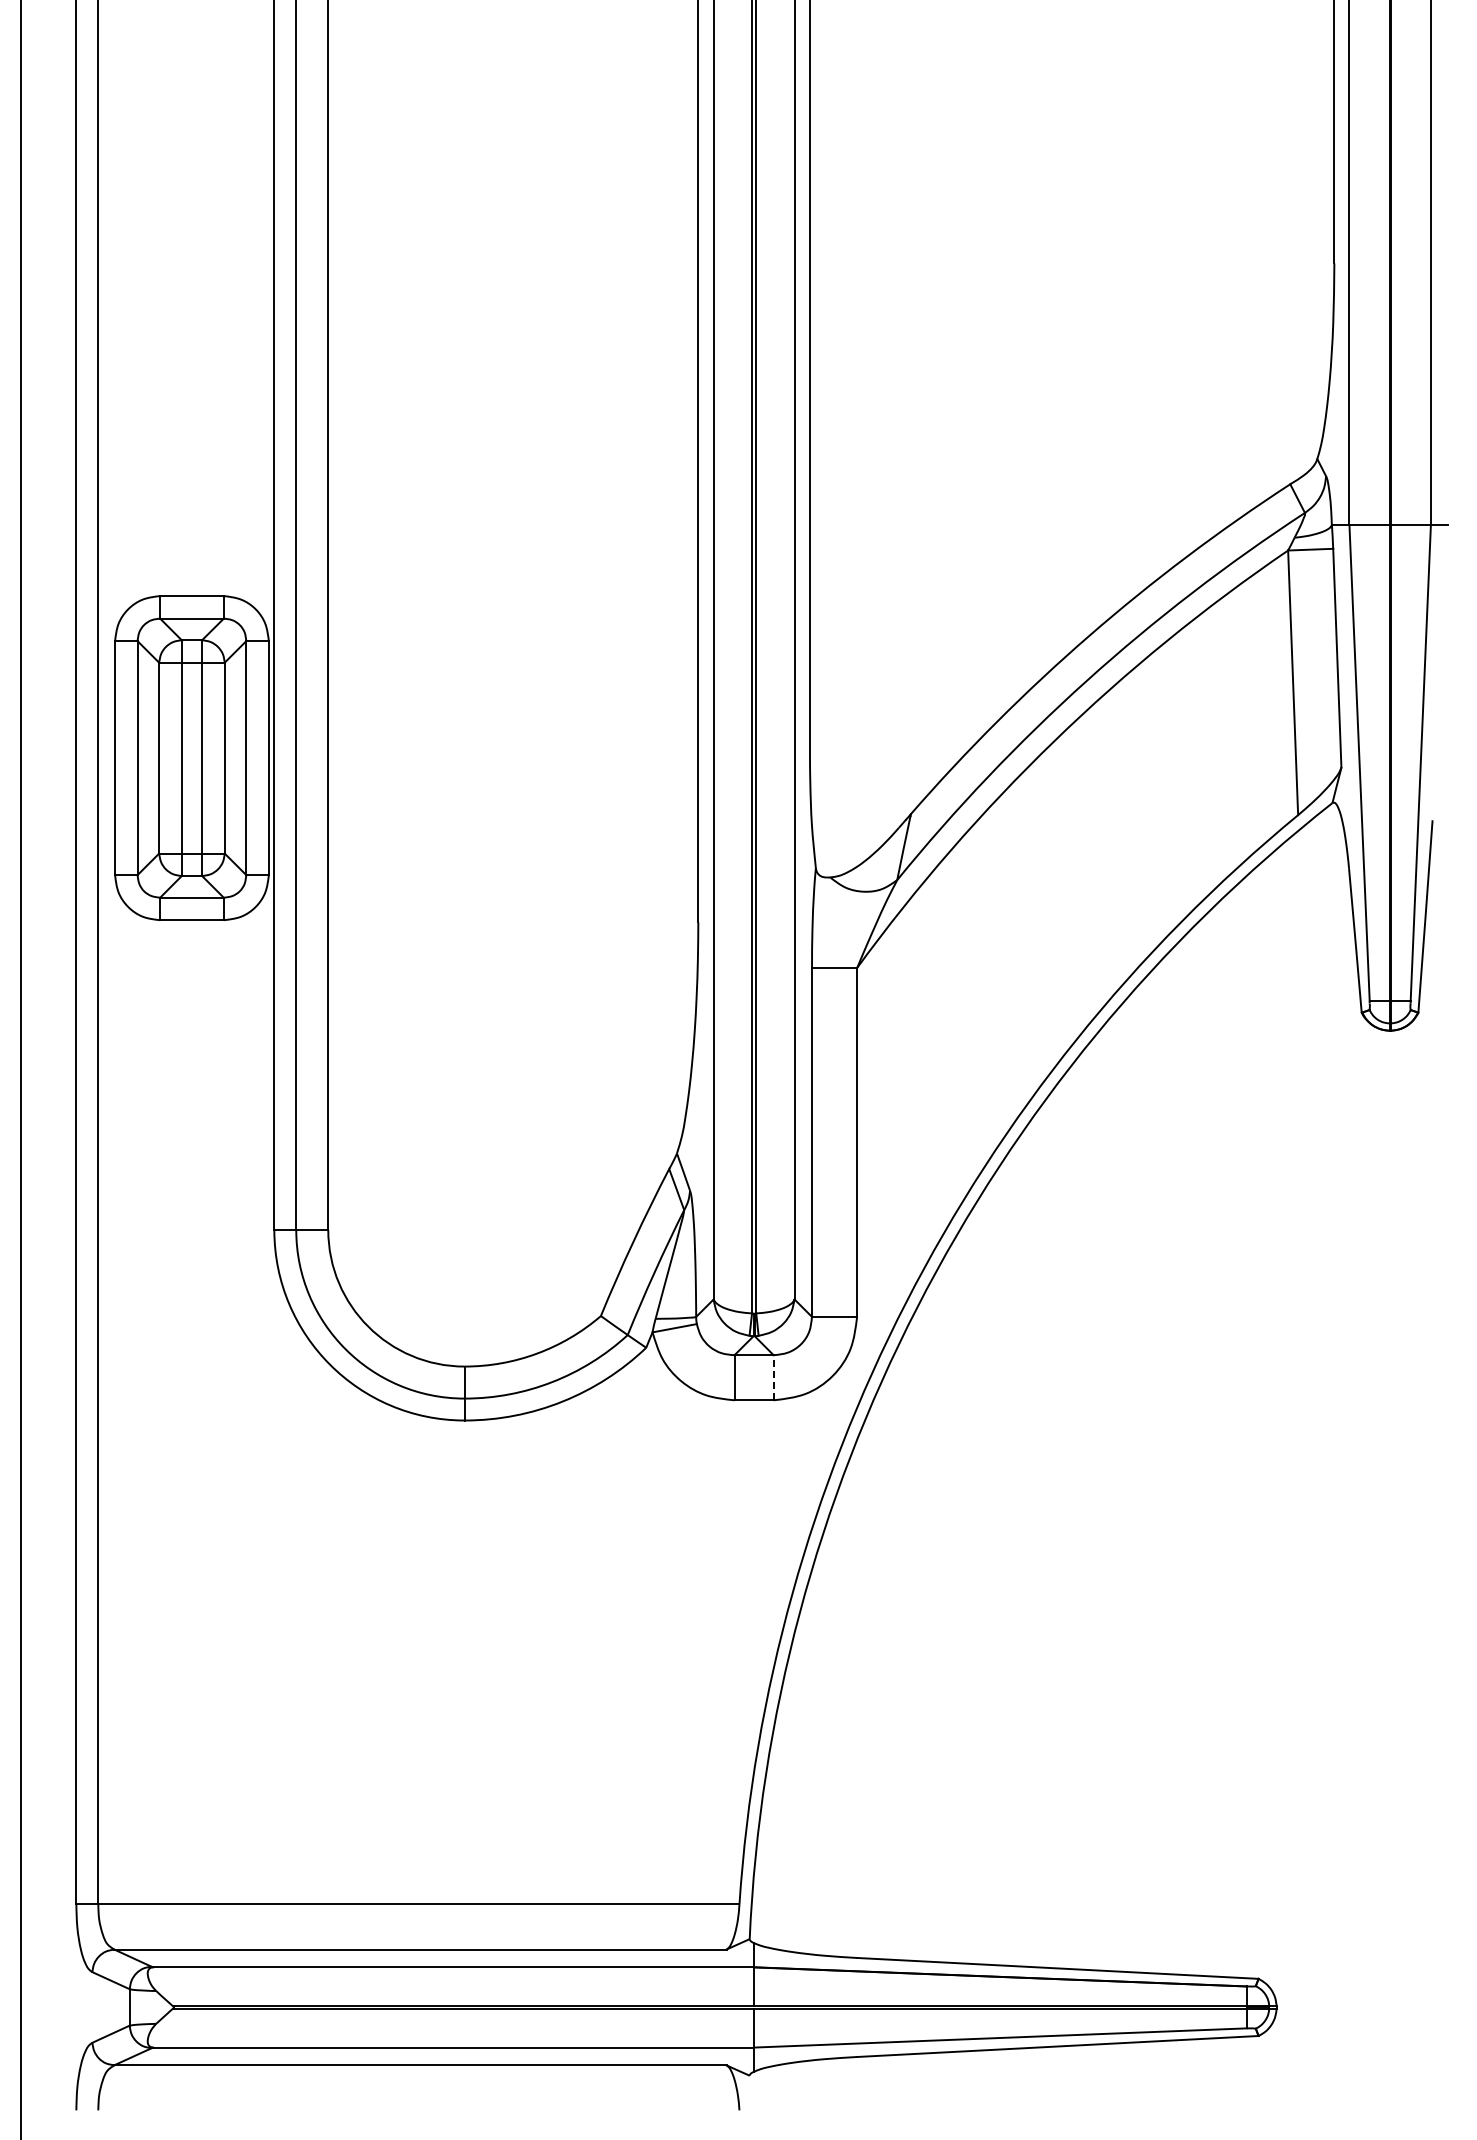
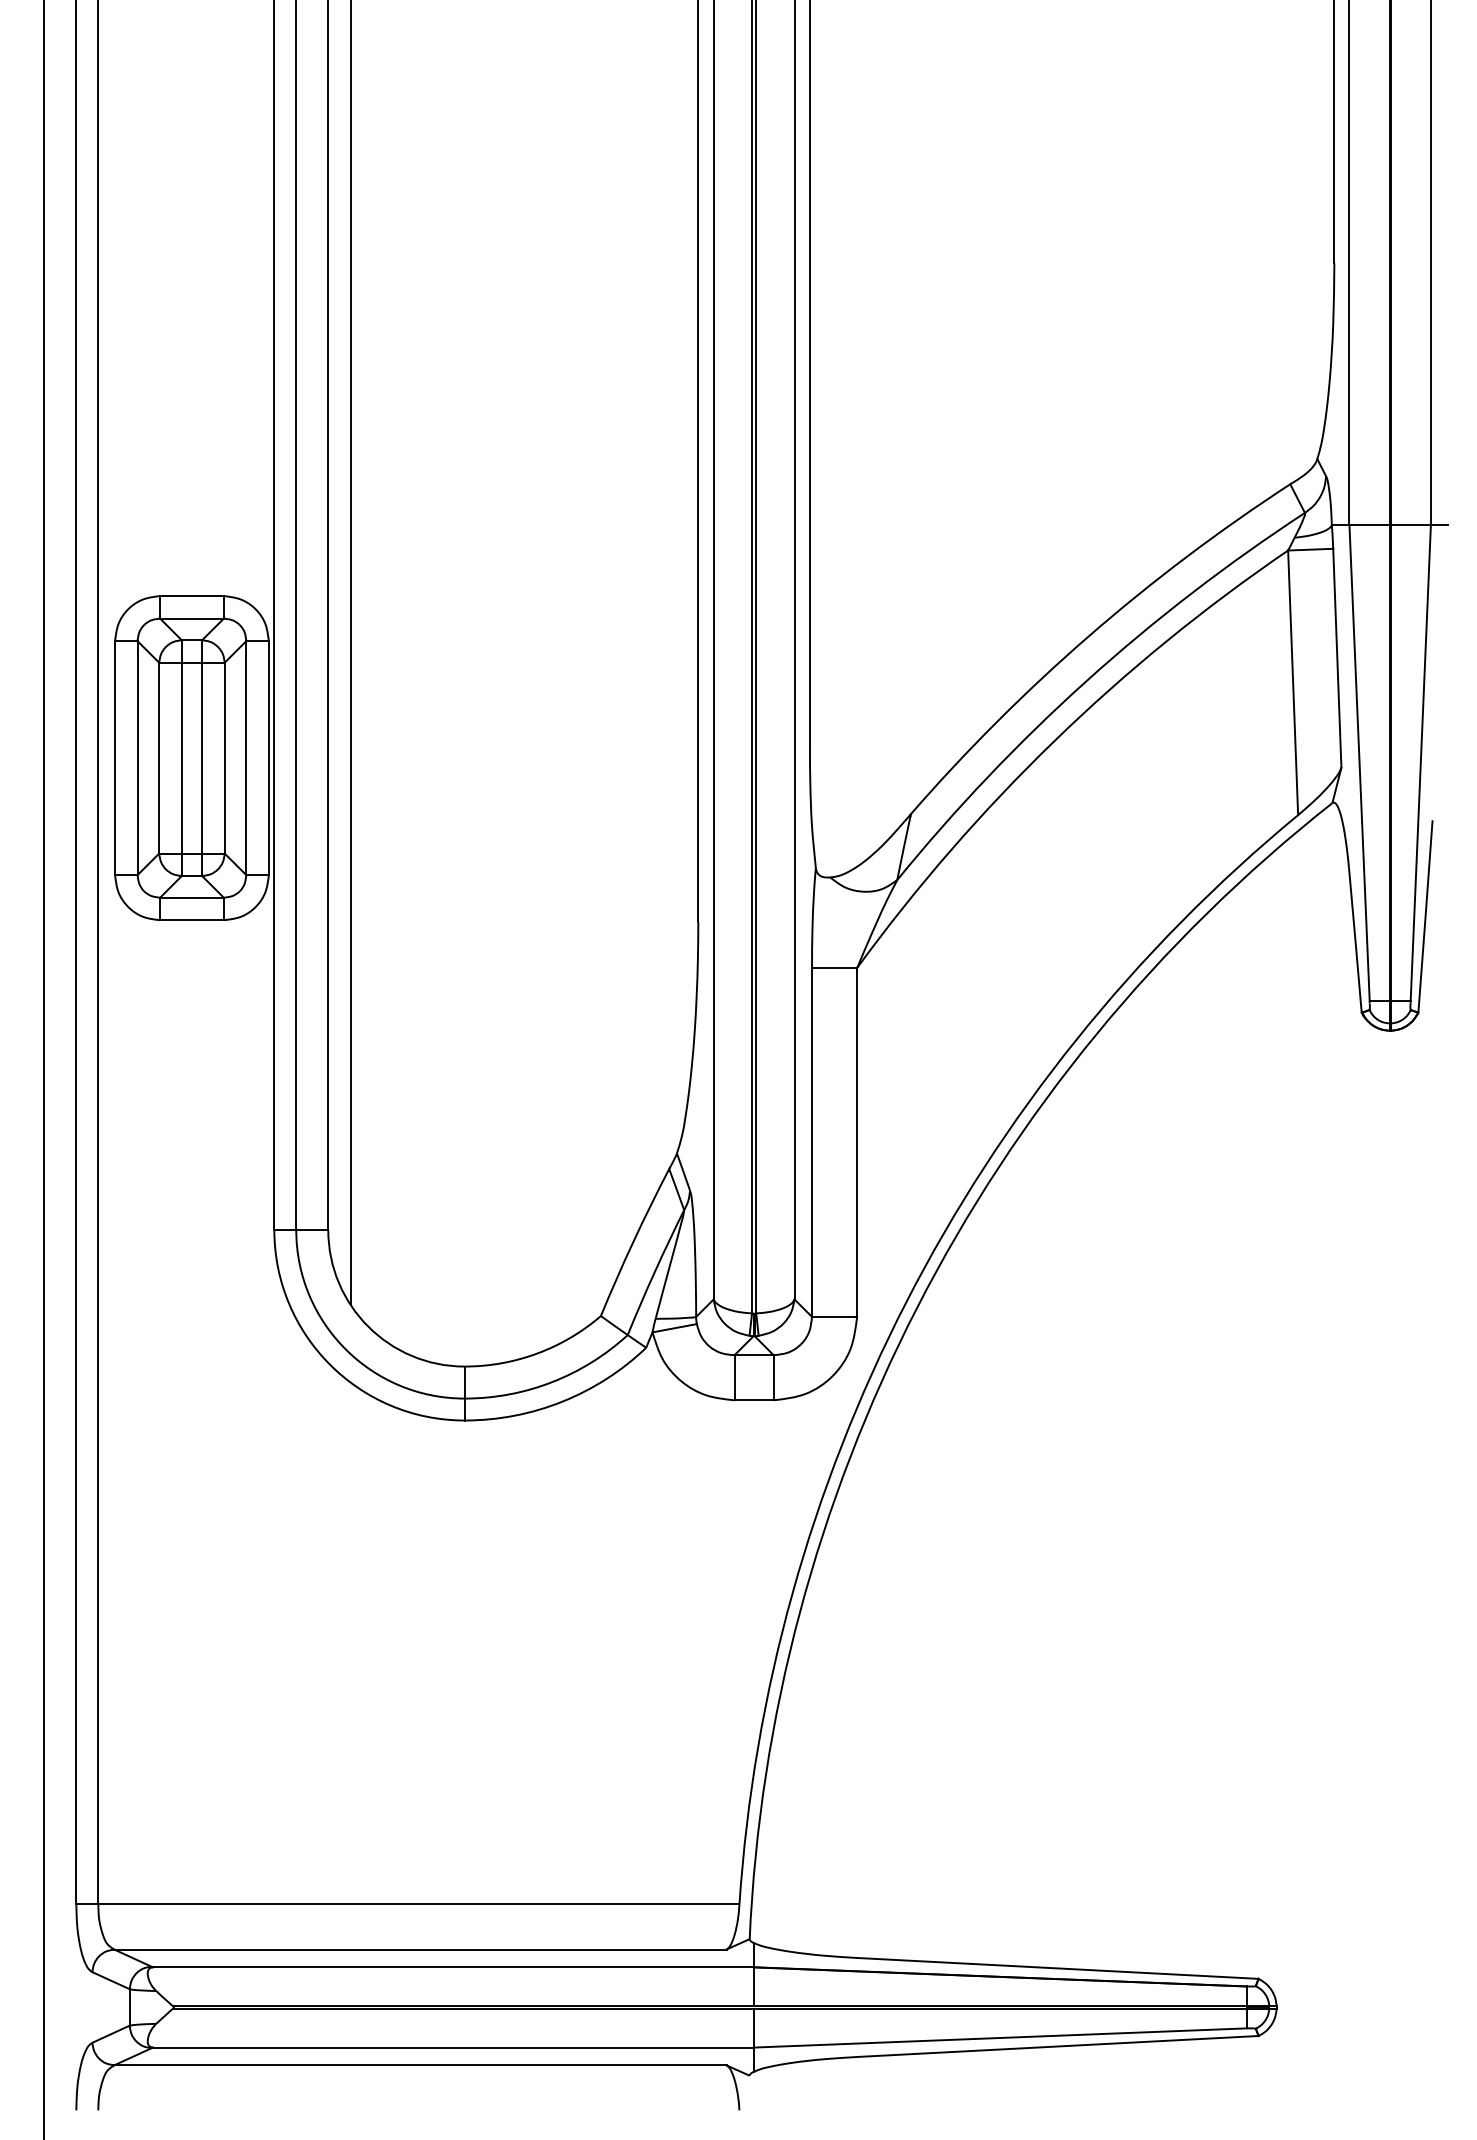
line at (350, 652): none -> present
line at (21, 1069) position: (21, 1069) -> (44, 1069)
line at (773, 1377): dashed -> solid
